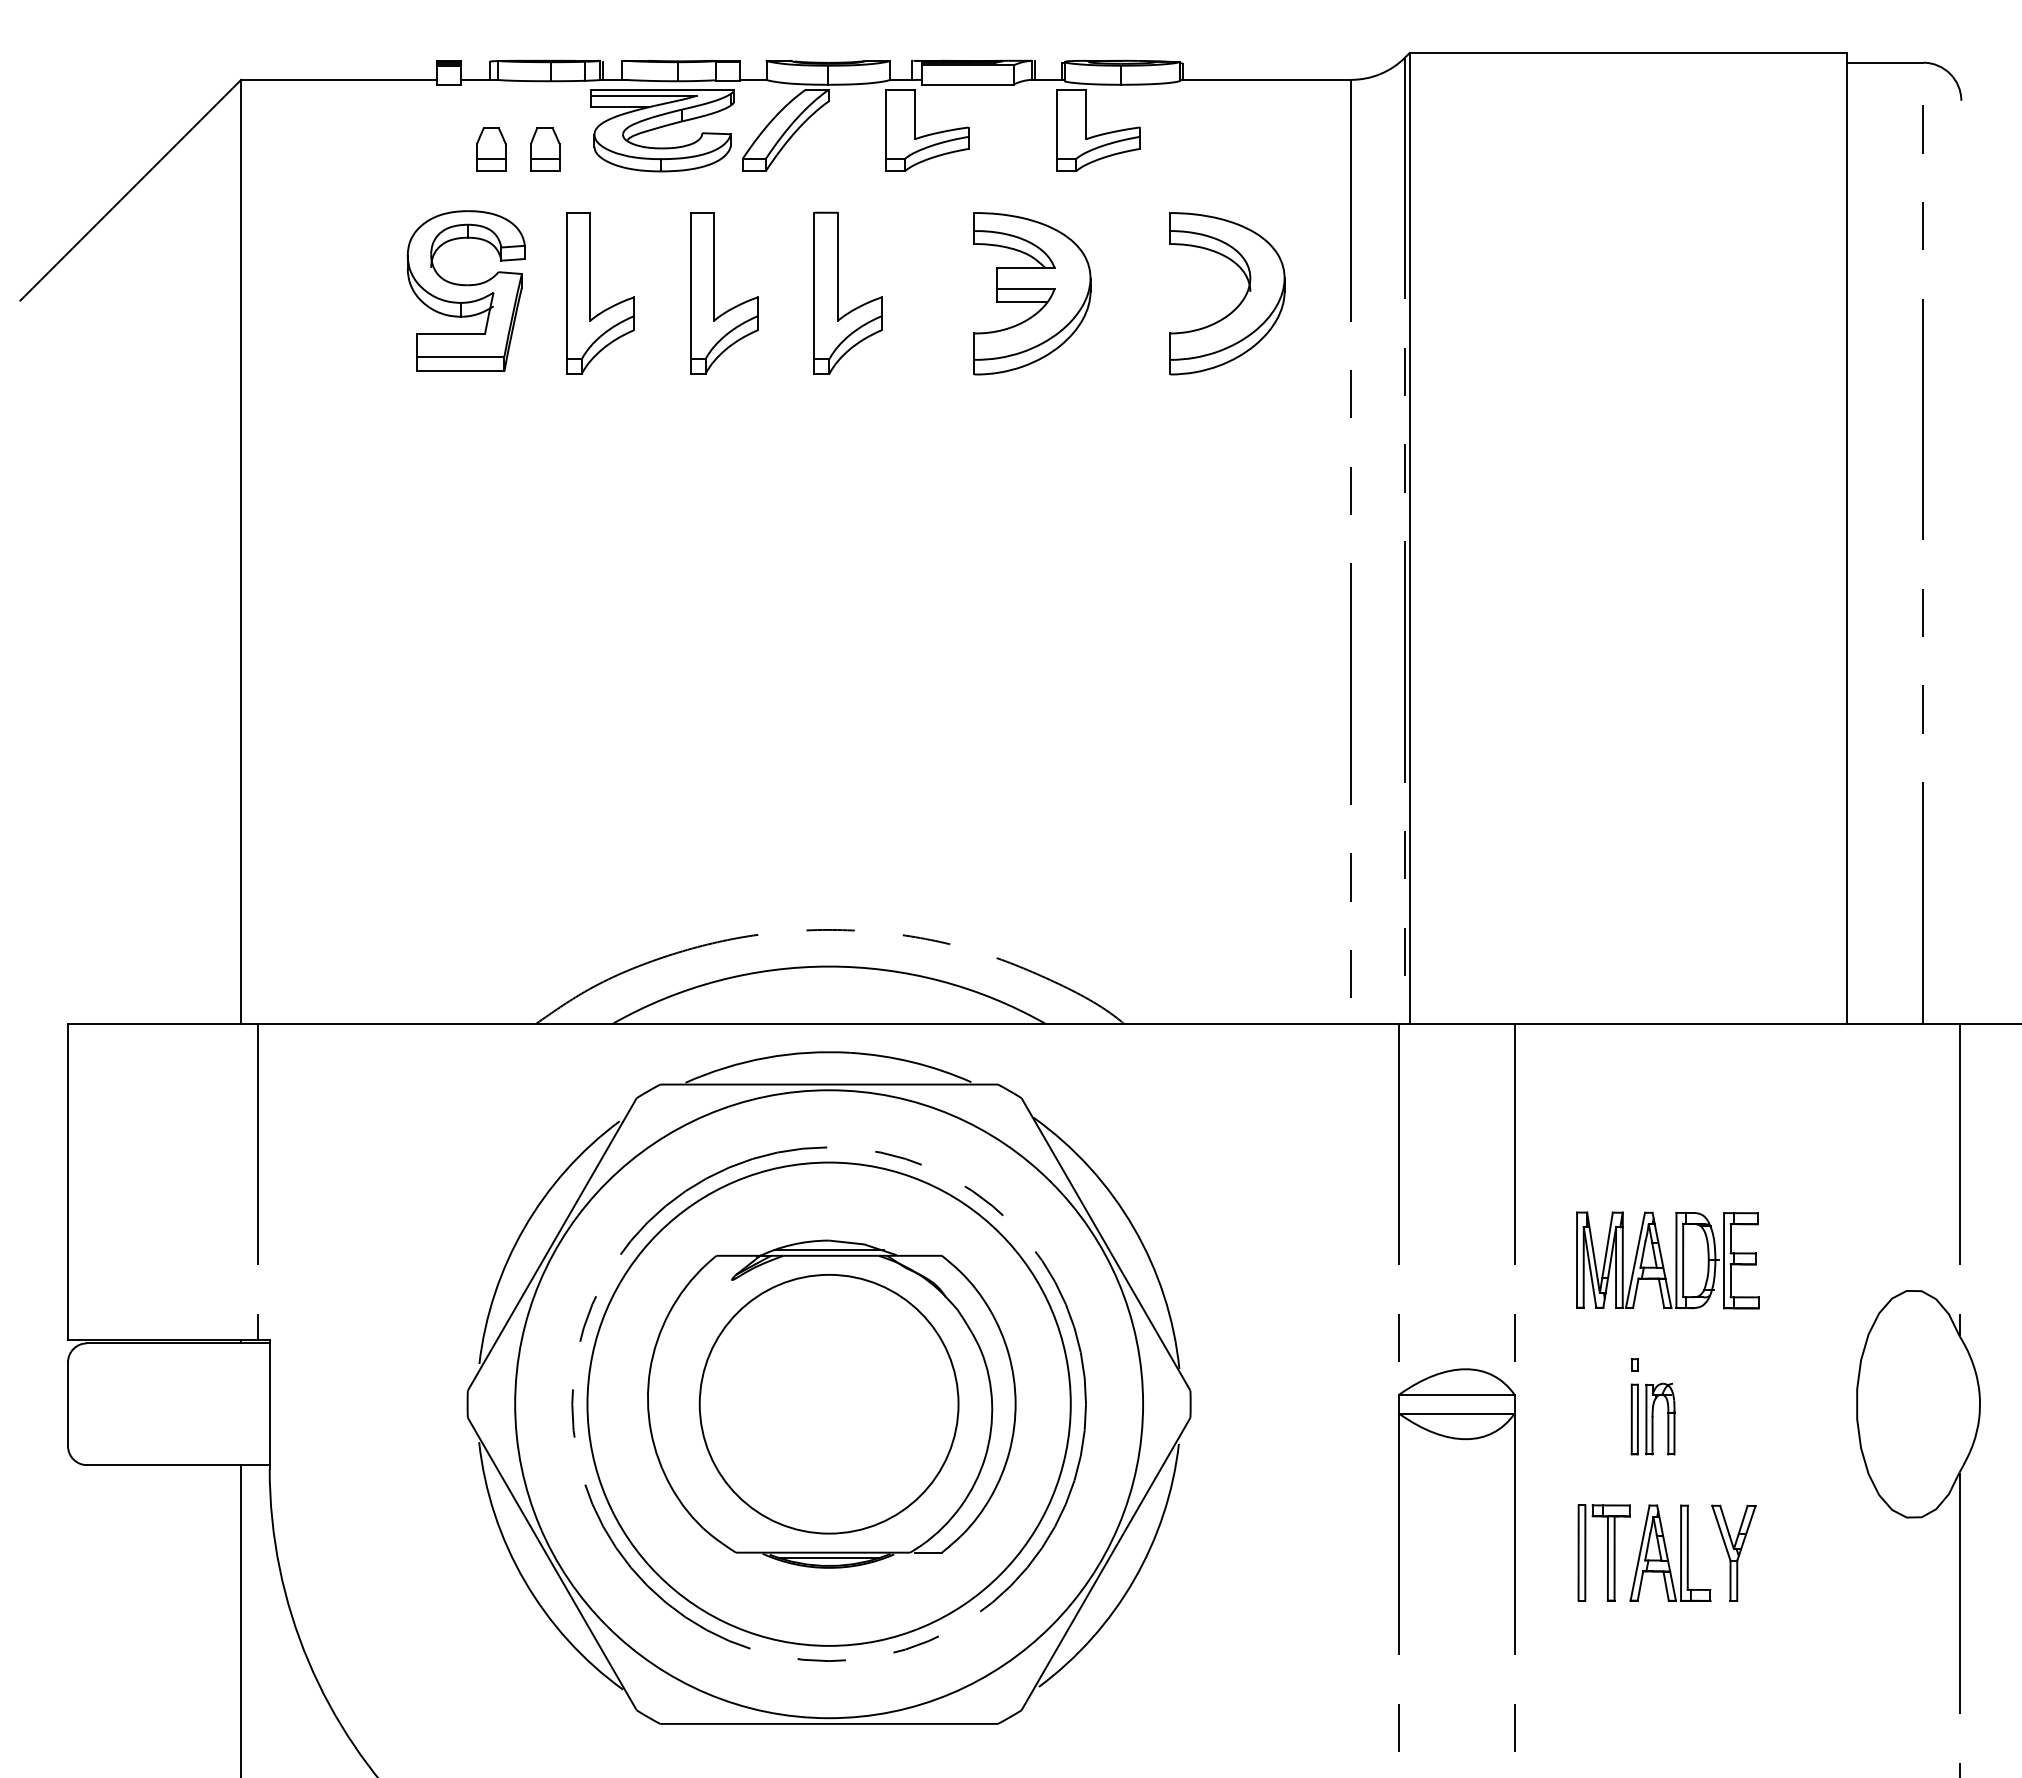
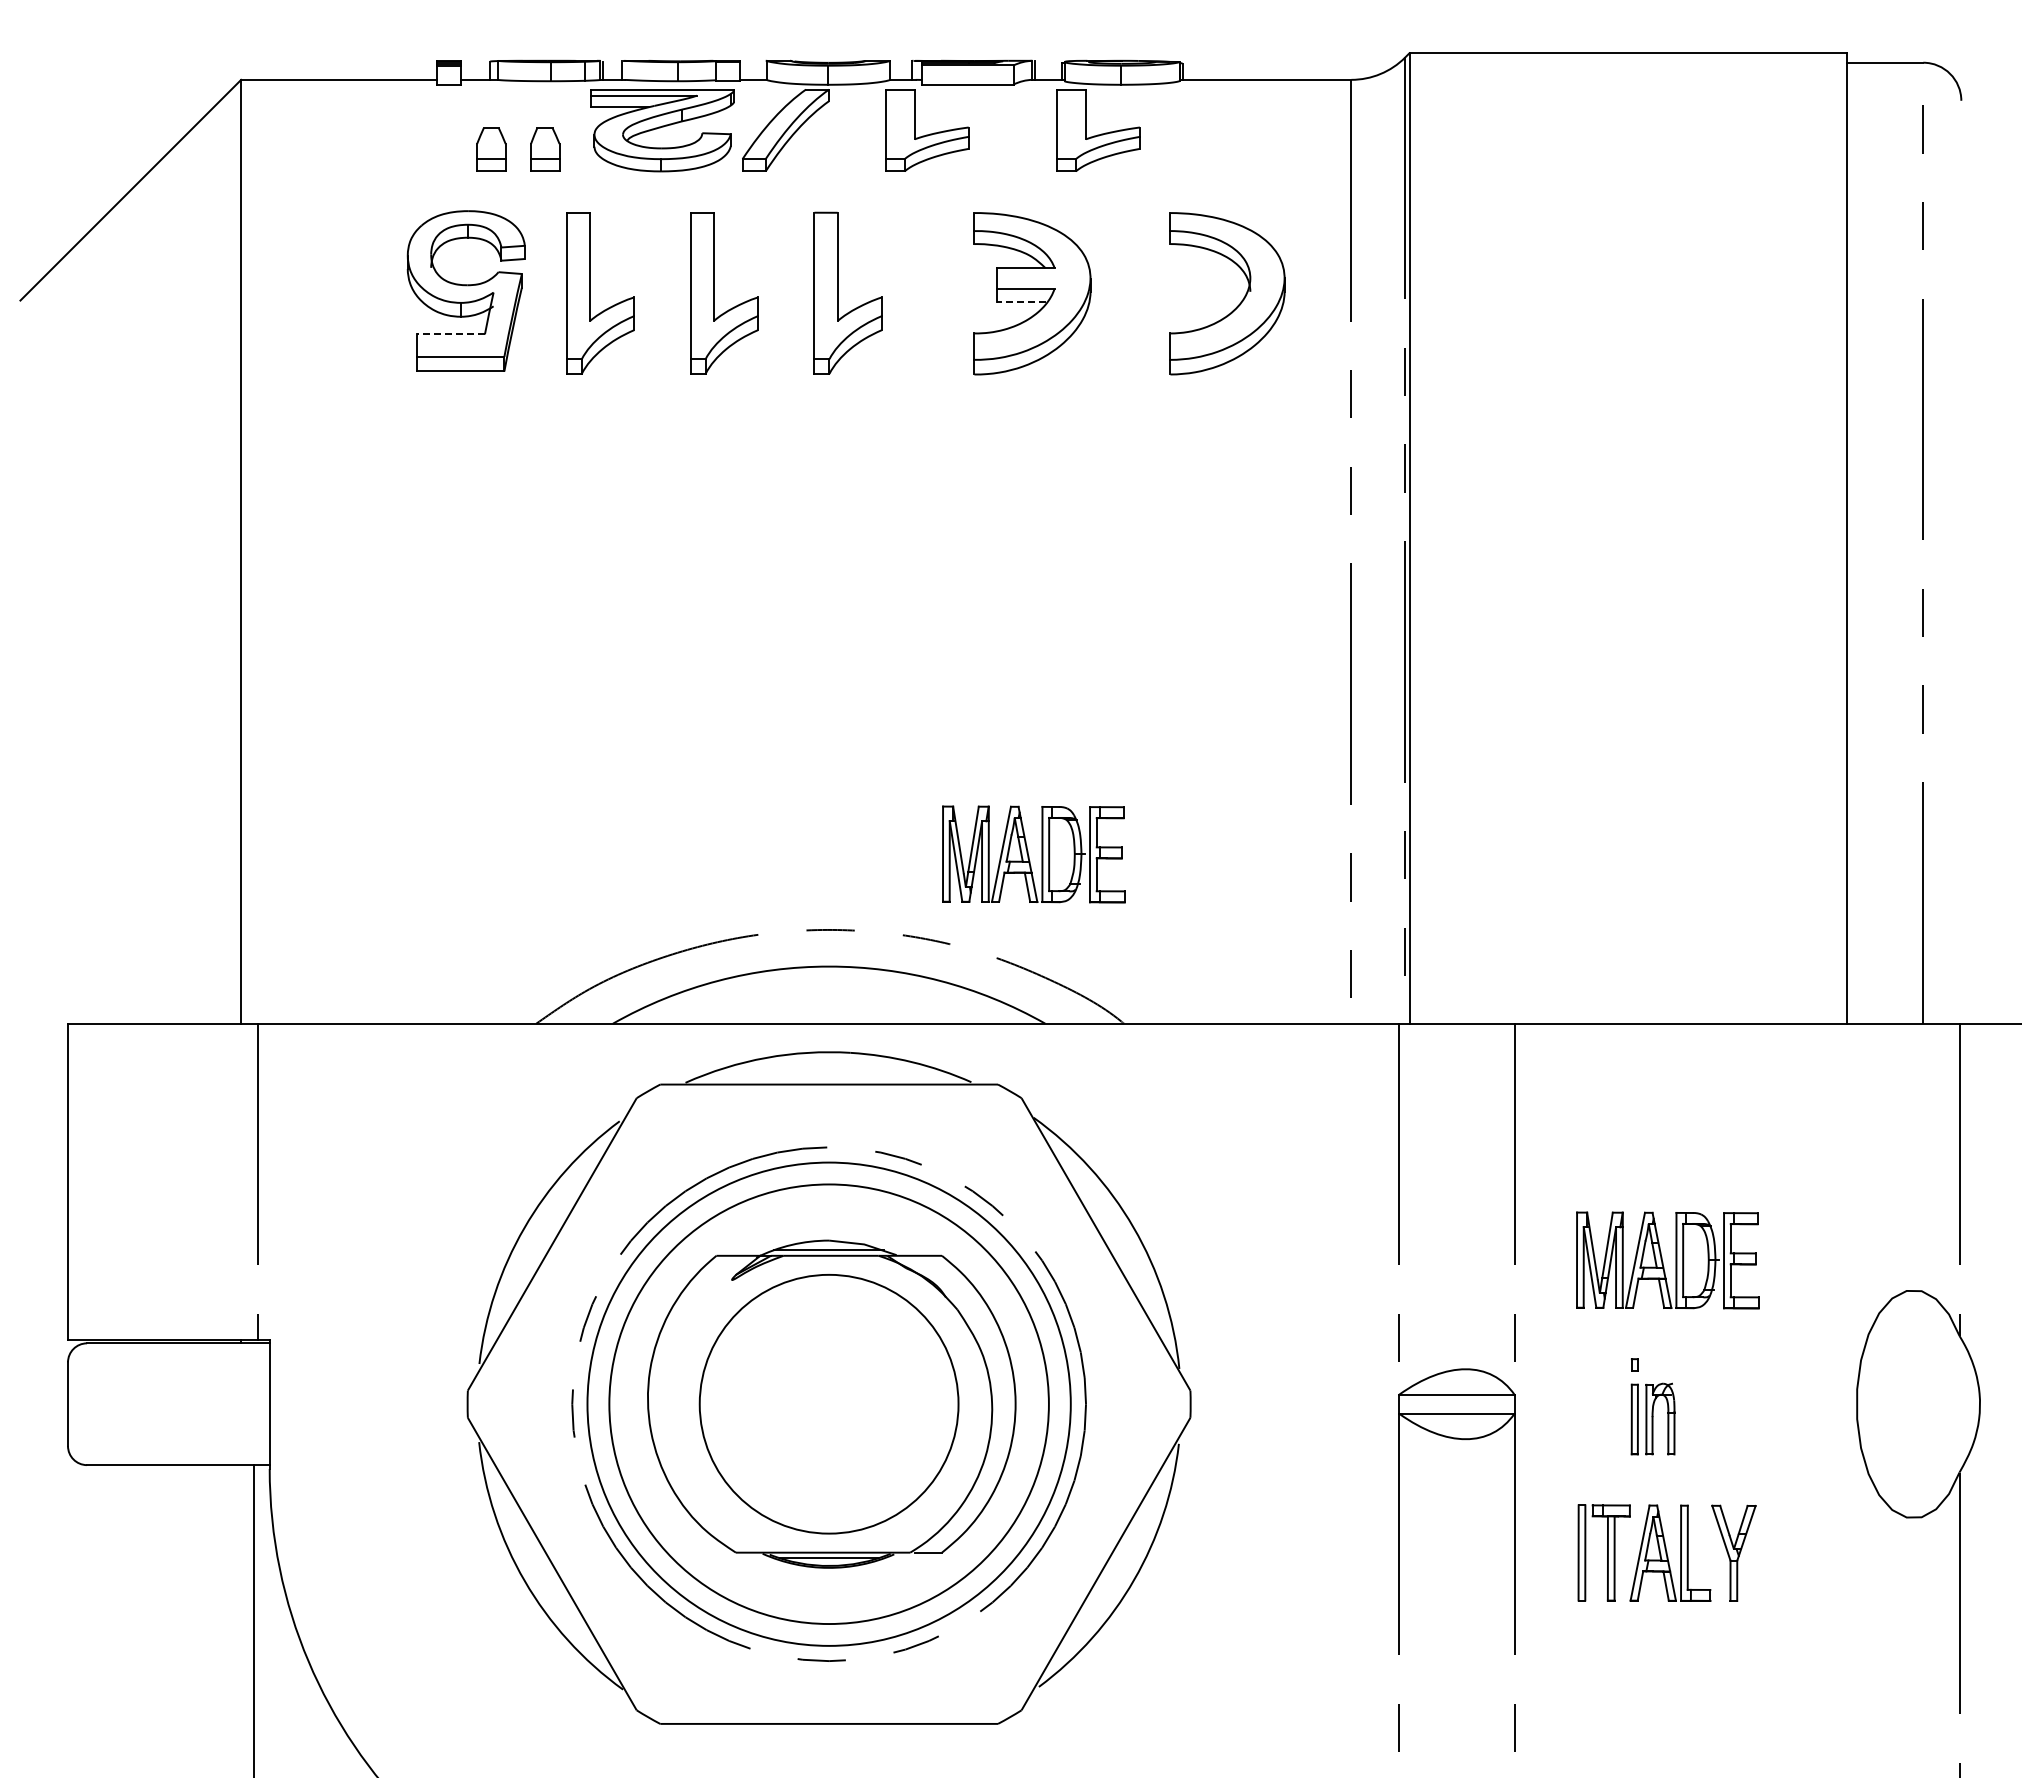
line at (1020, 302): solid -> dashed
line at (450, 334): solid -> dashed
part at (1033, 854): none -> present
circle at (829, 1404) diameter: 628 px -> 440 px
line at (241, 1619) position: (241, 1619) -> (254, 1619)
